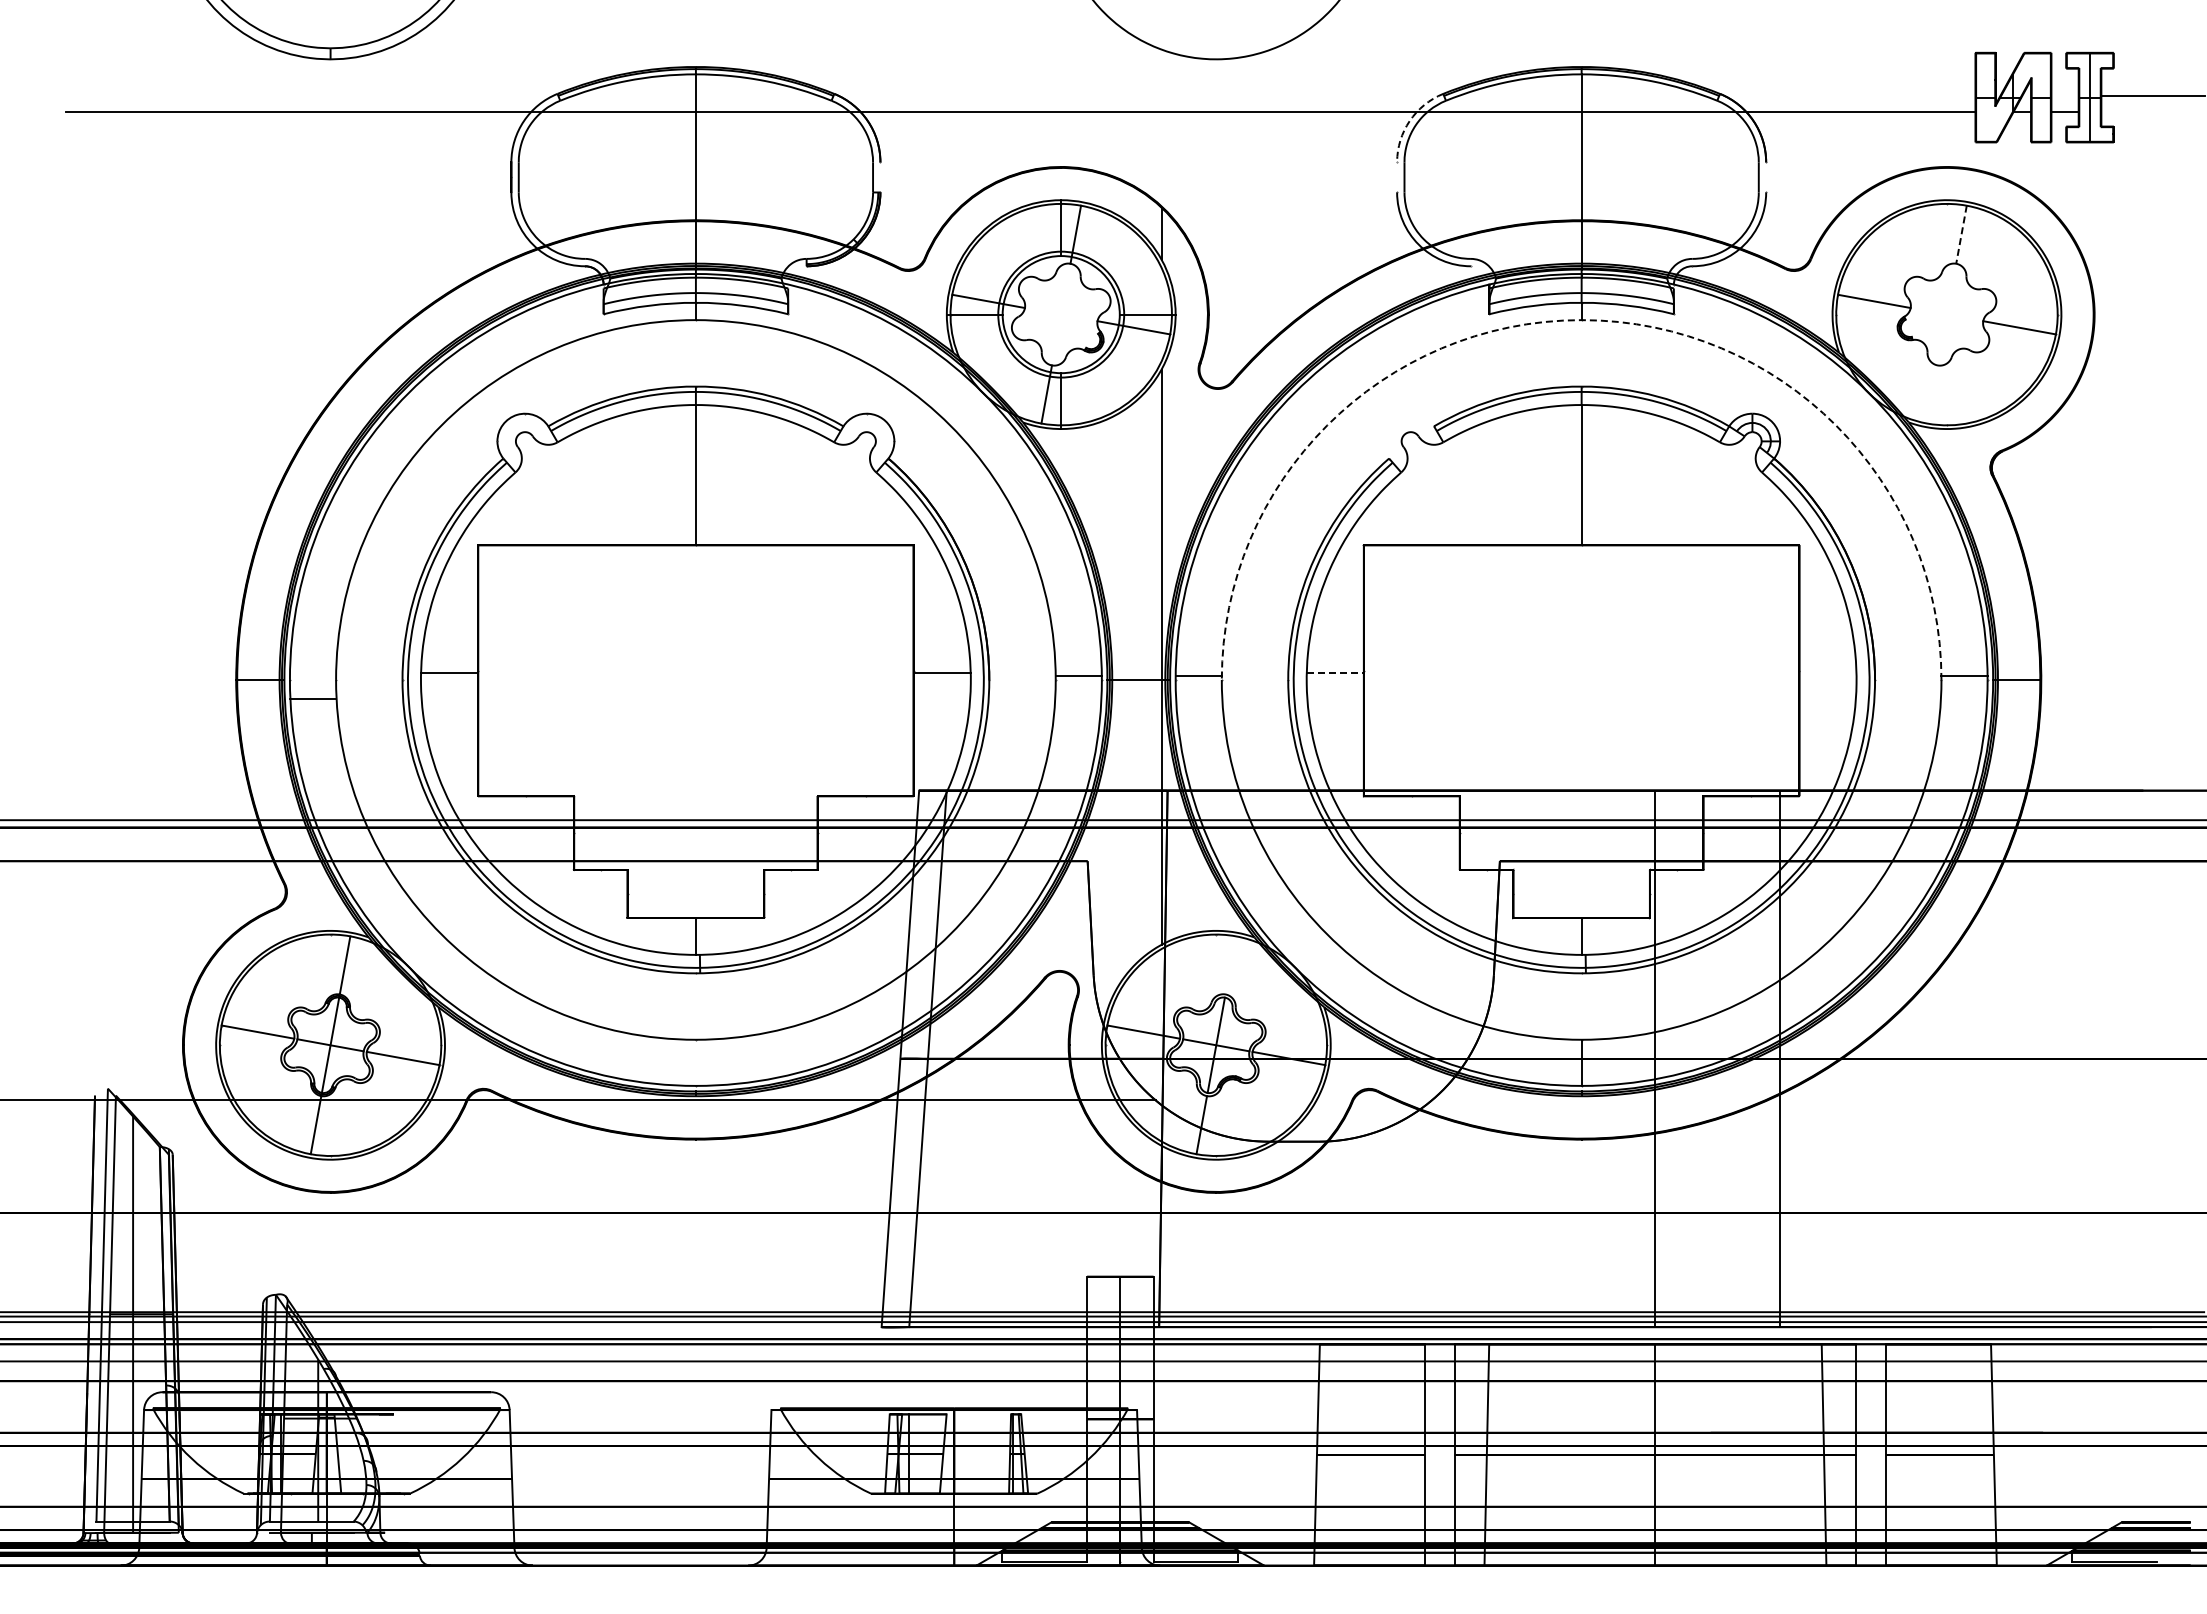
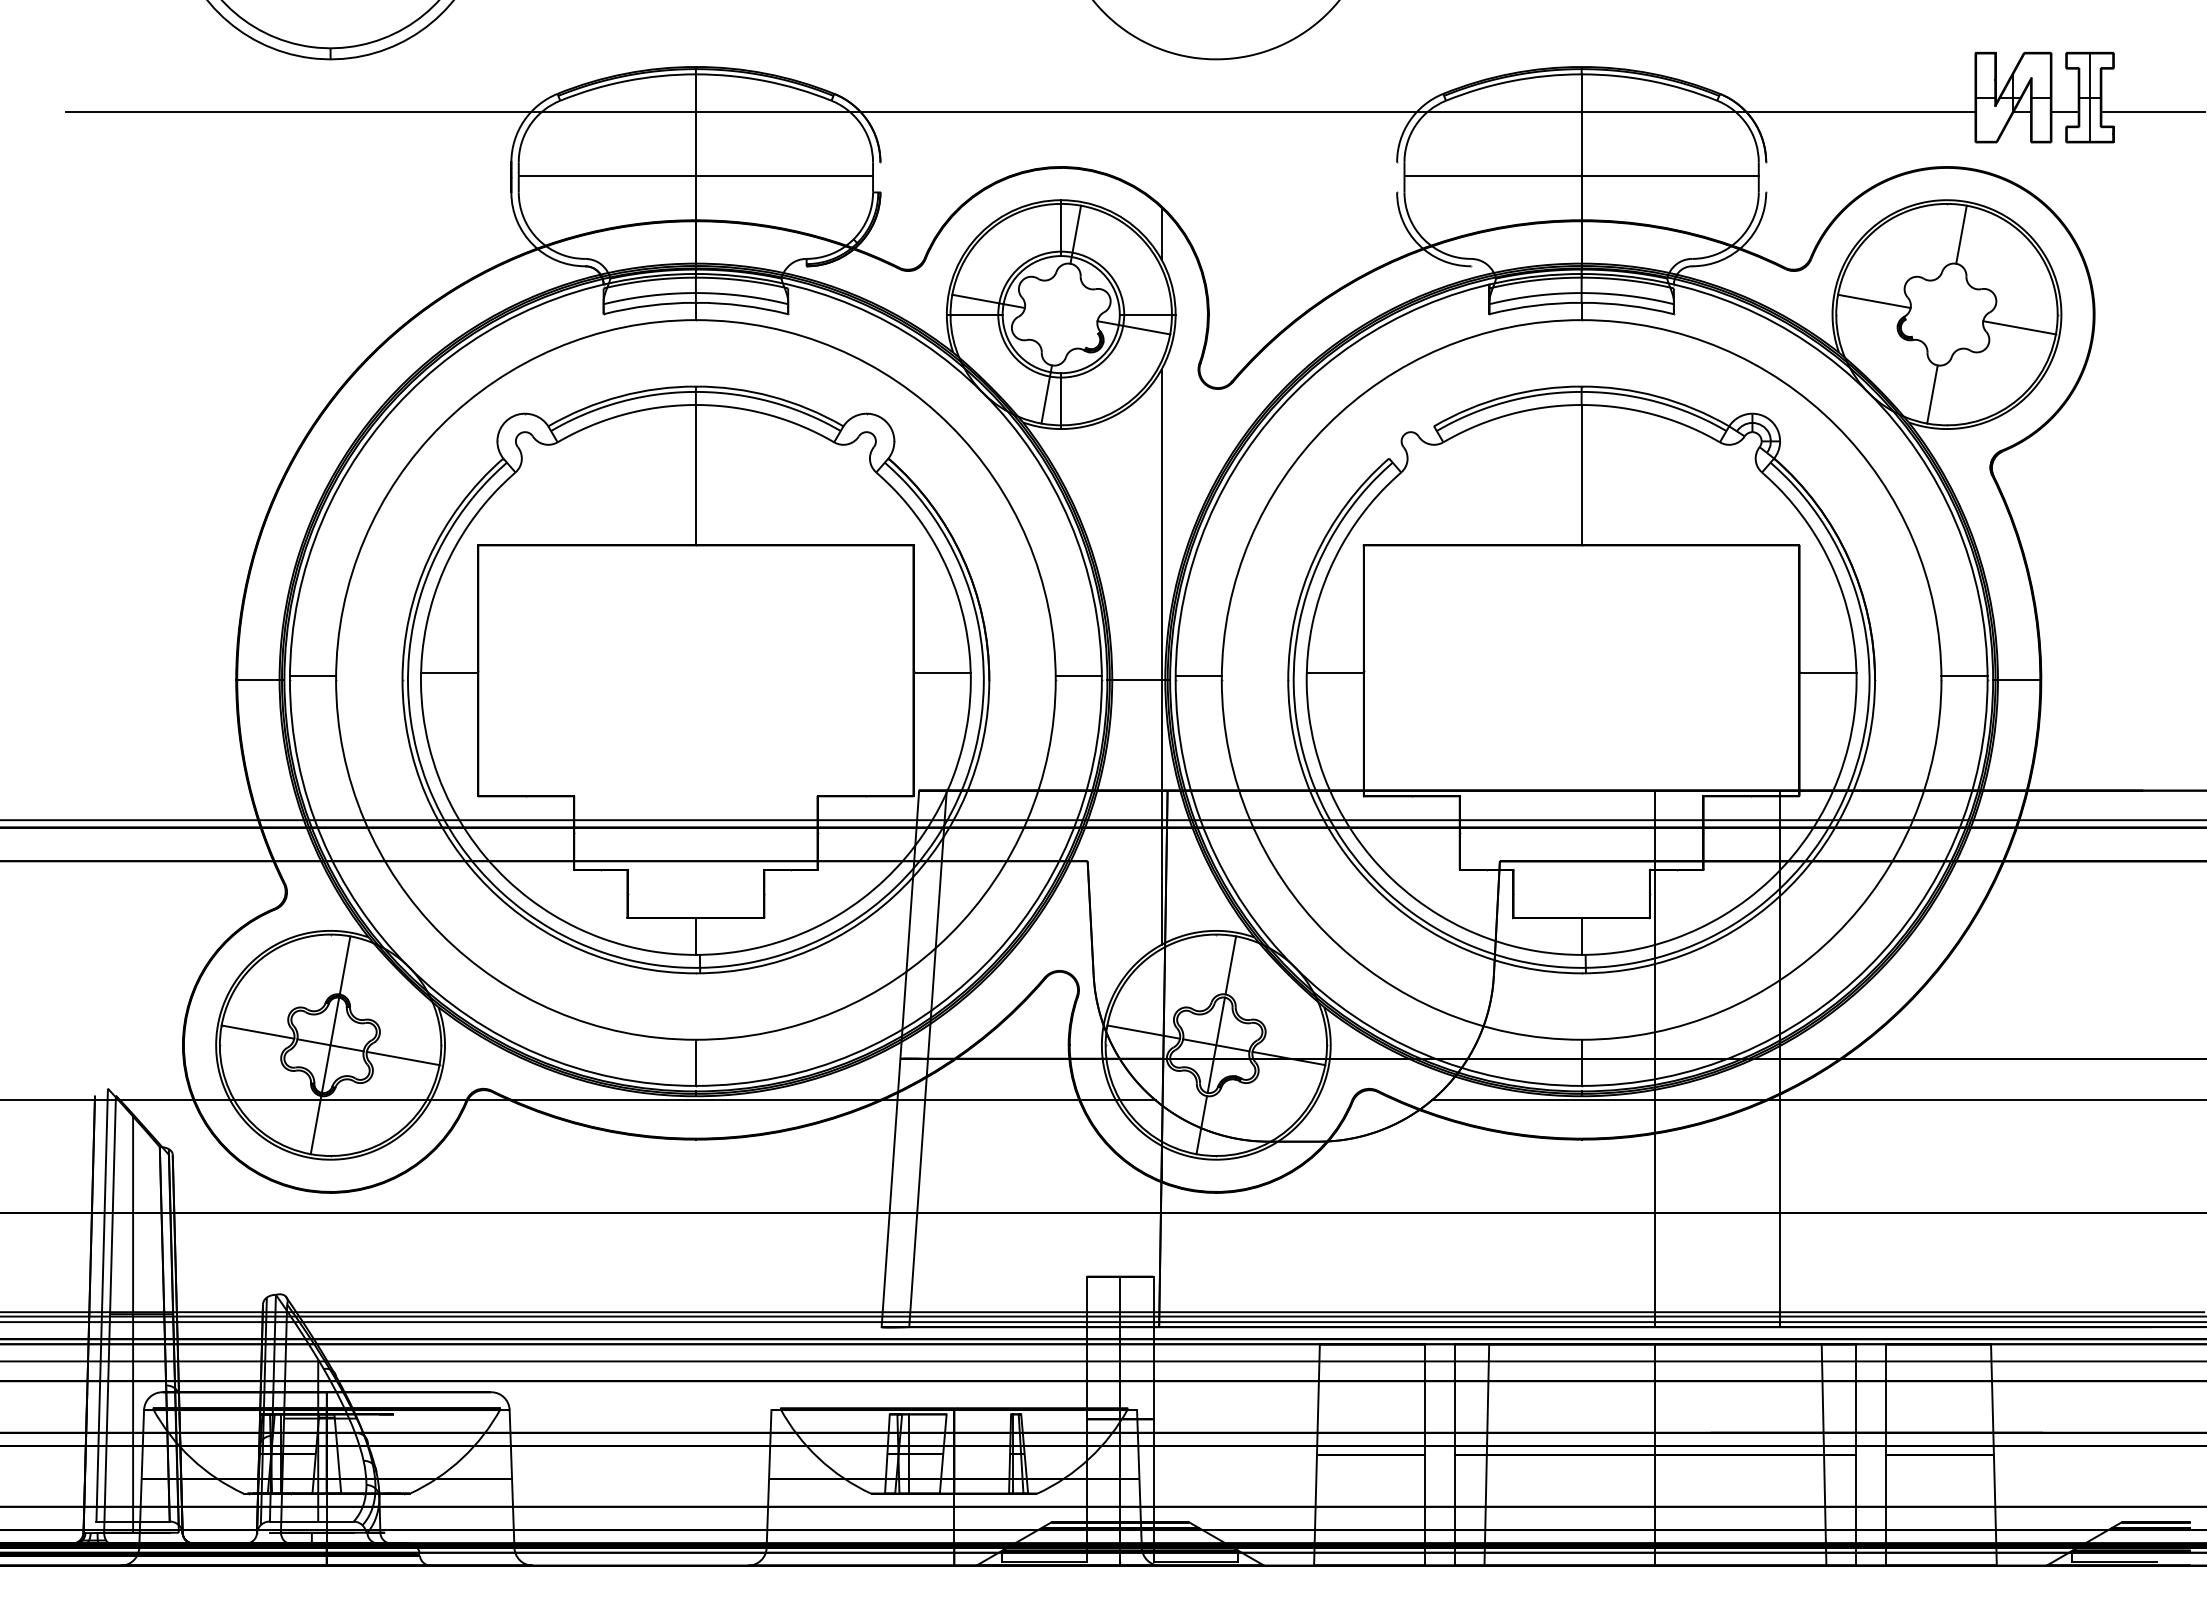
line at (2152, 96) position: (2152, 96) -> (2152, 112)
arc at (1409, 121): dashed -> solid
line at (695, 176): none -> present
line at (1581, 176): none -> present
line at (1961, 234): dashed -> solid
arc at (1581, 320): dashed -> solid
line at (1932, 394): none -> present
line at (1335, 673): dashed -> solid
line at (1827, 673): none -> present
line at (312, 699) position: (312, 699) -> (312, 676)
line at (1230, 965): none -> present
line at (695, 1062): none -> present
line at (1817, 1100): none -> present
